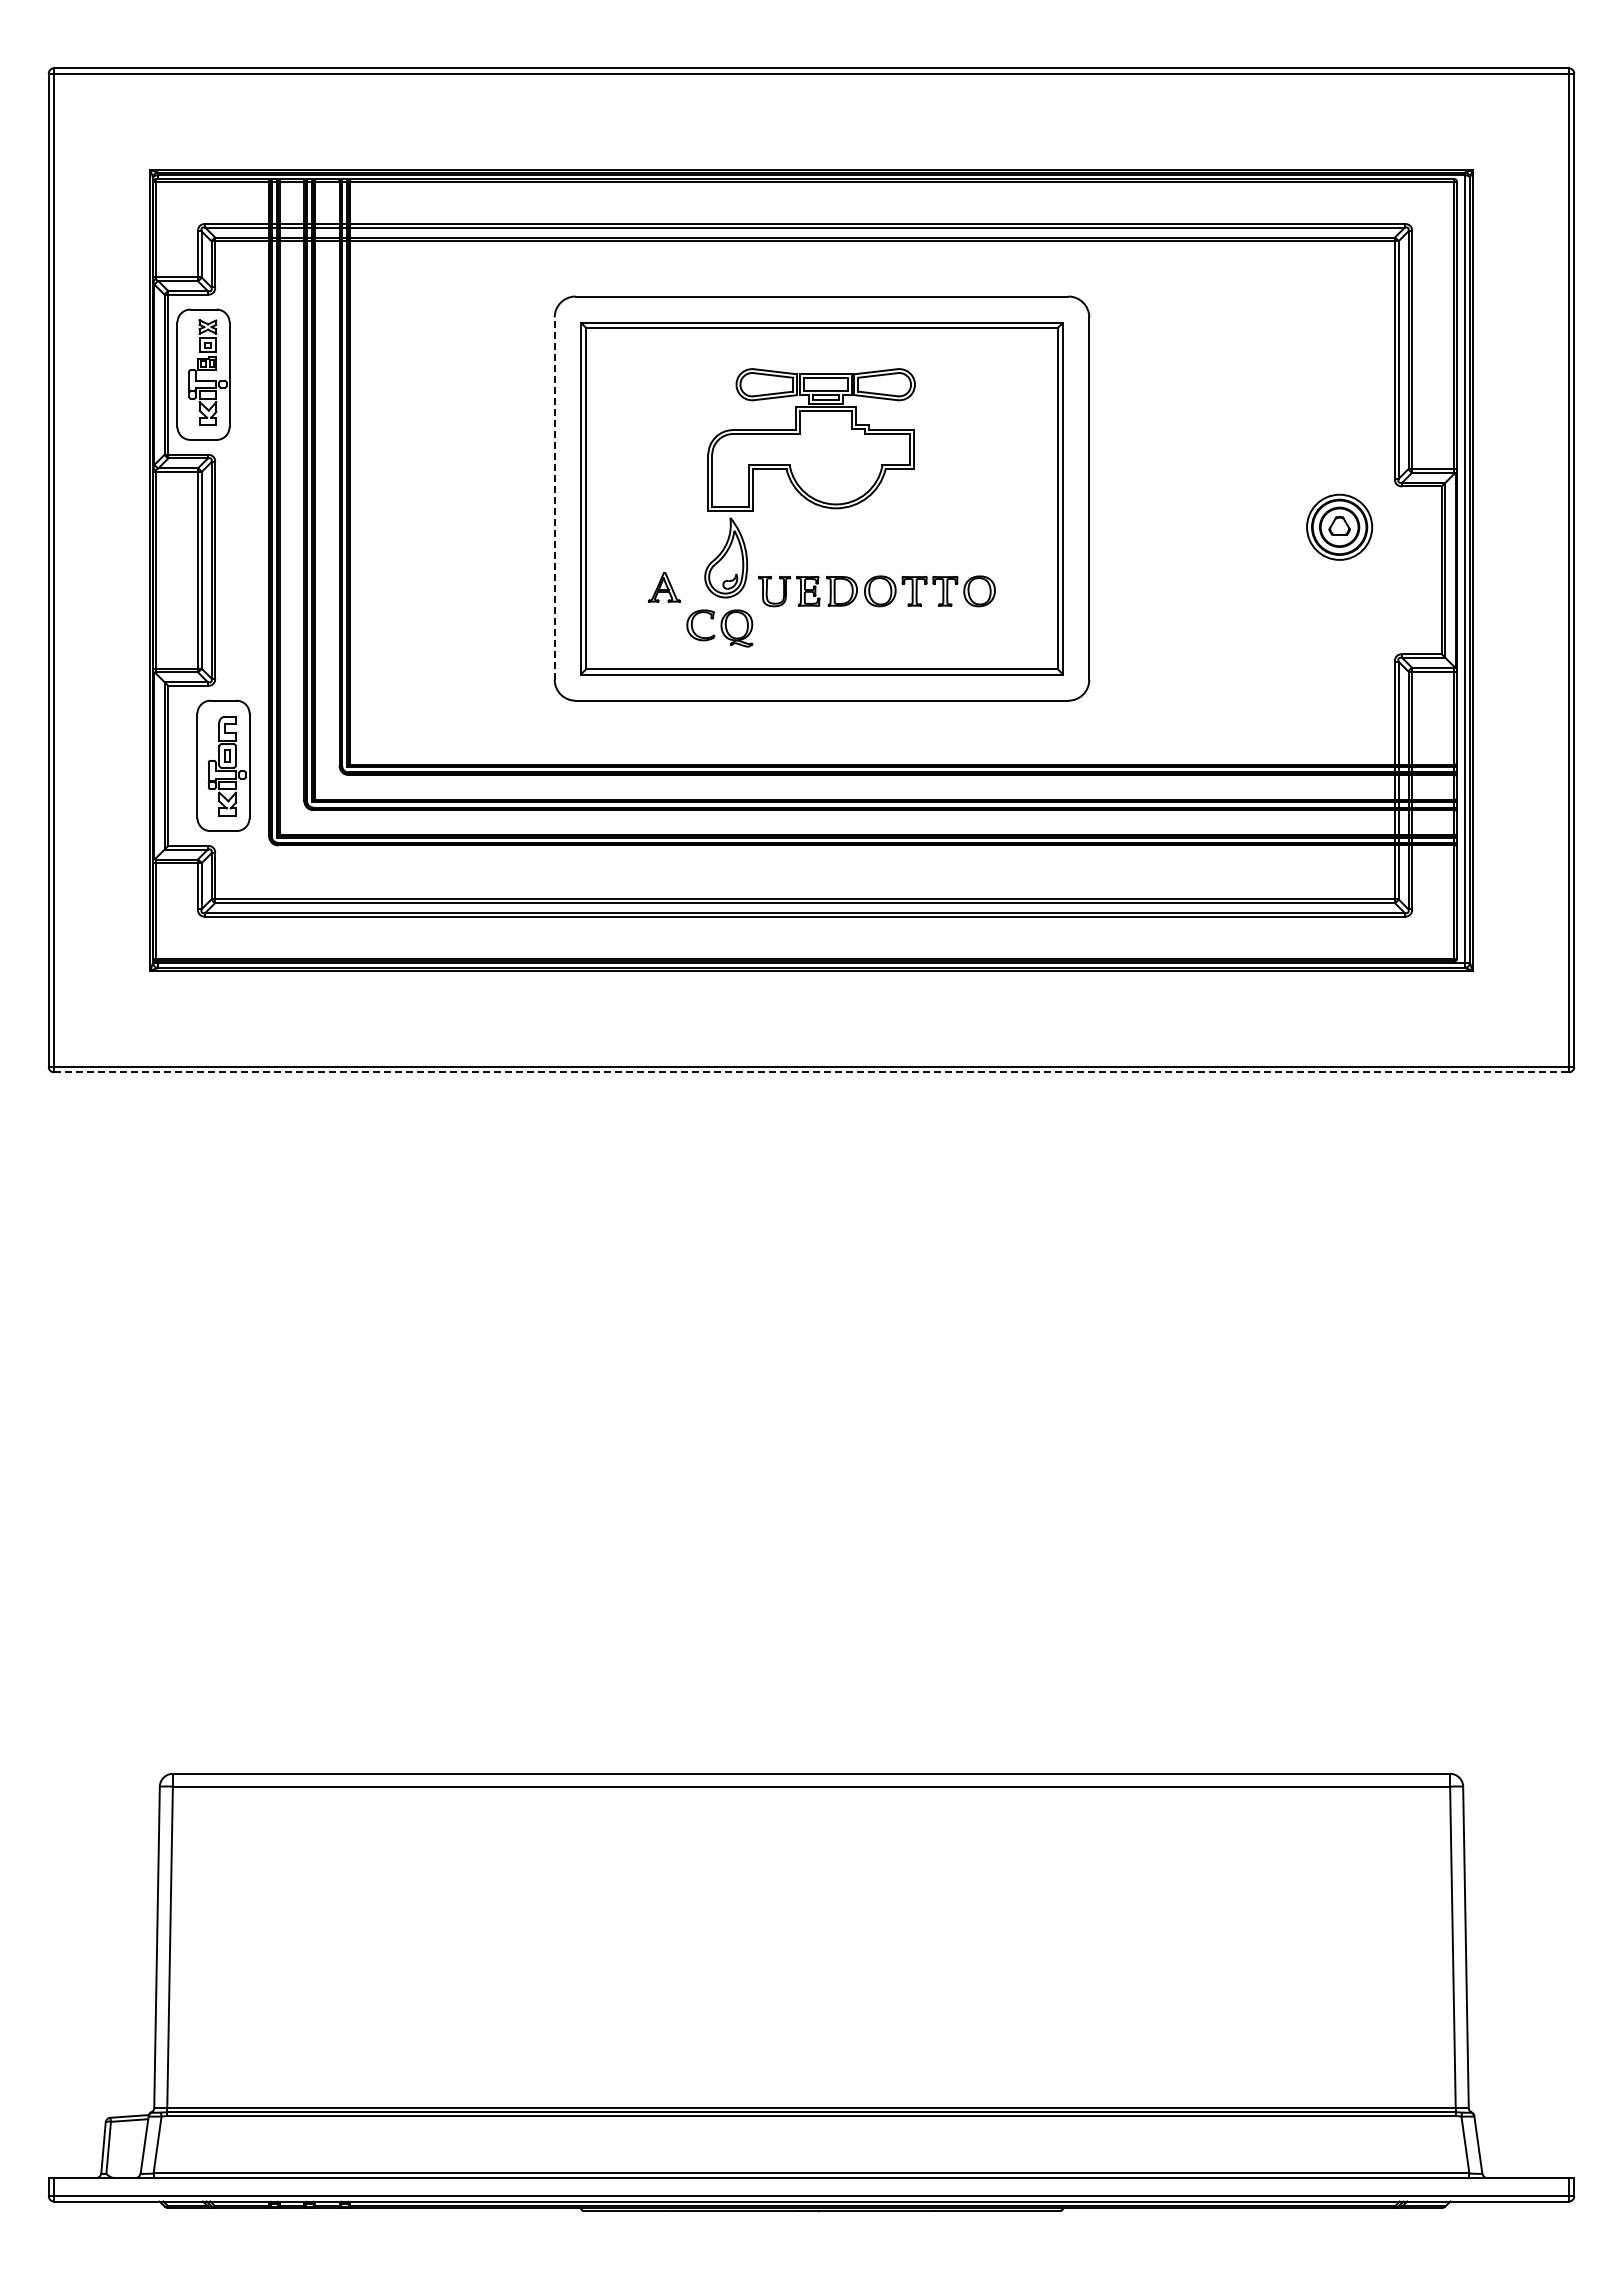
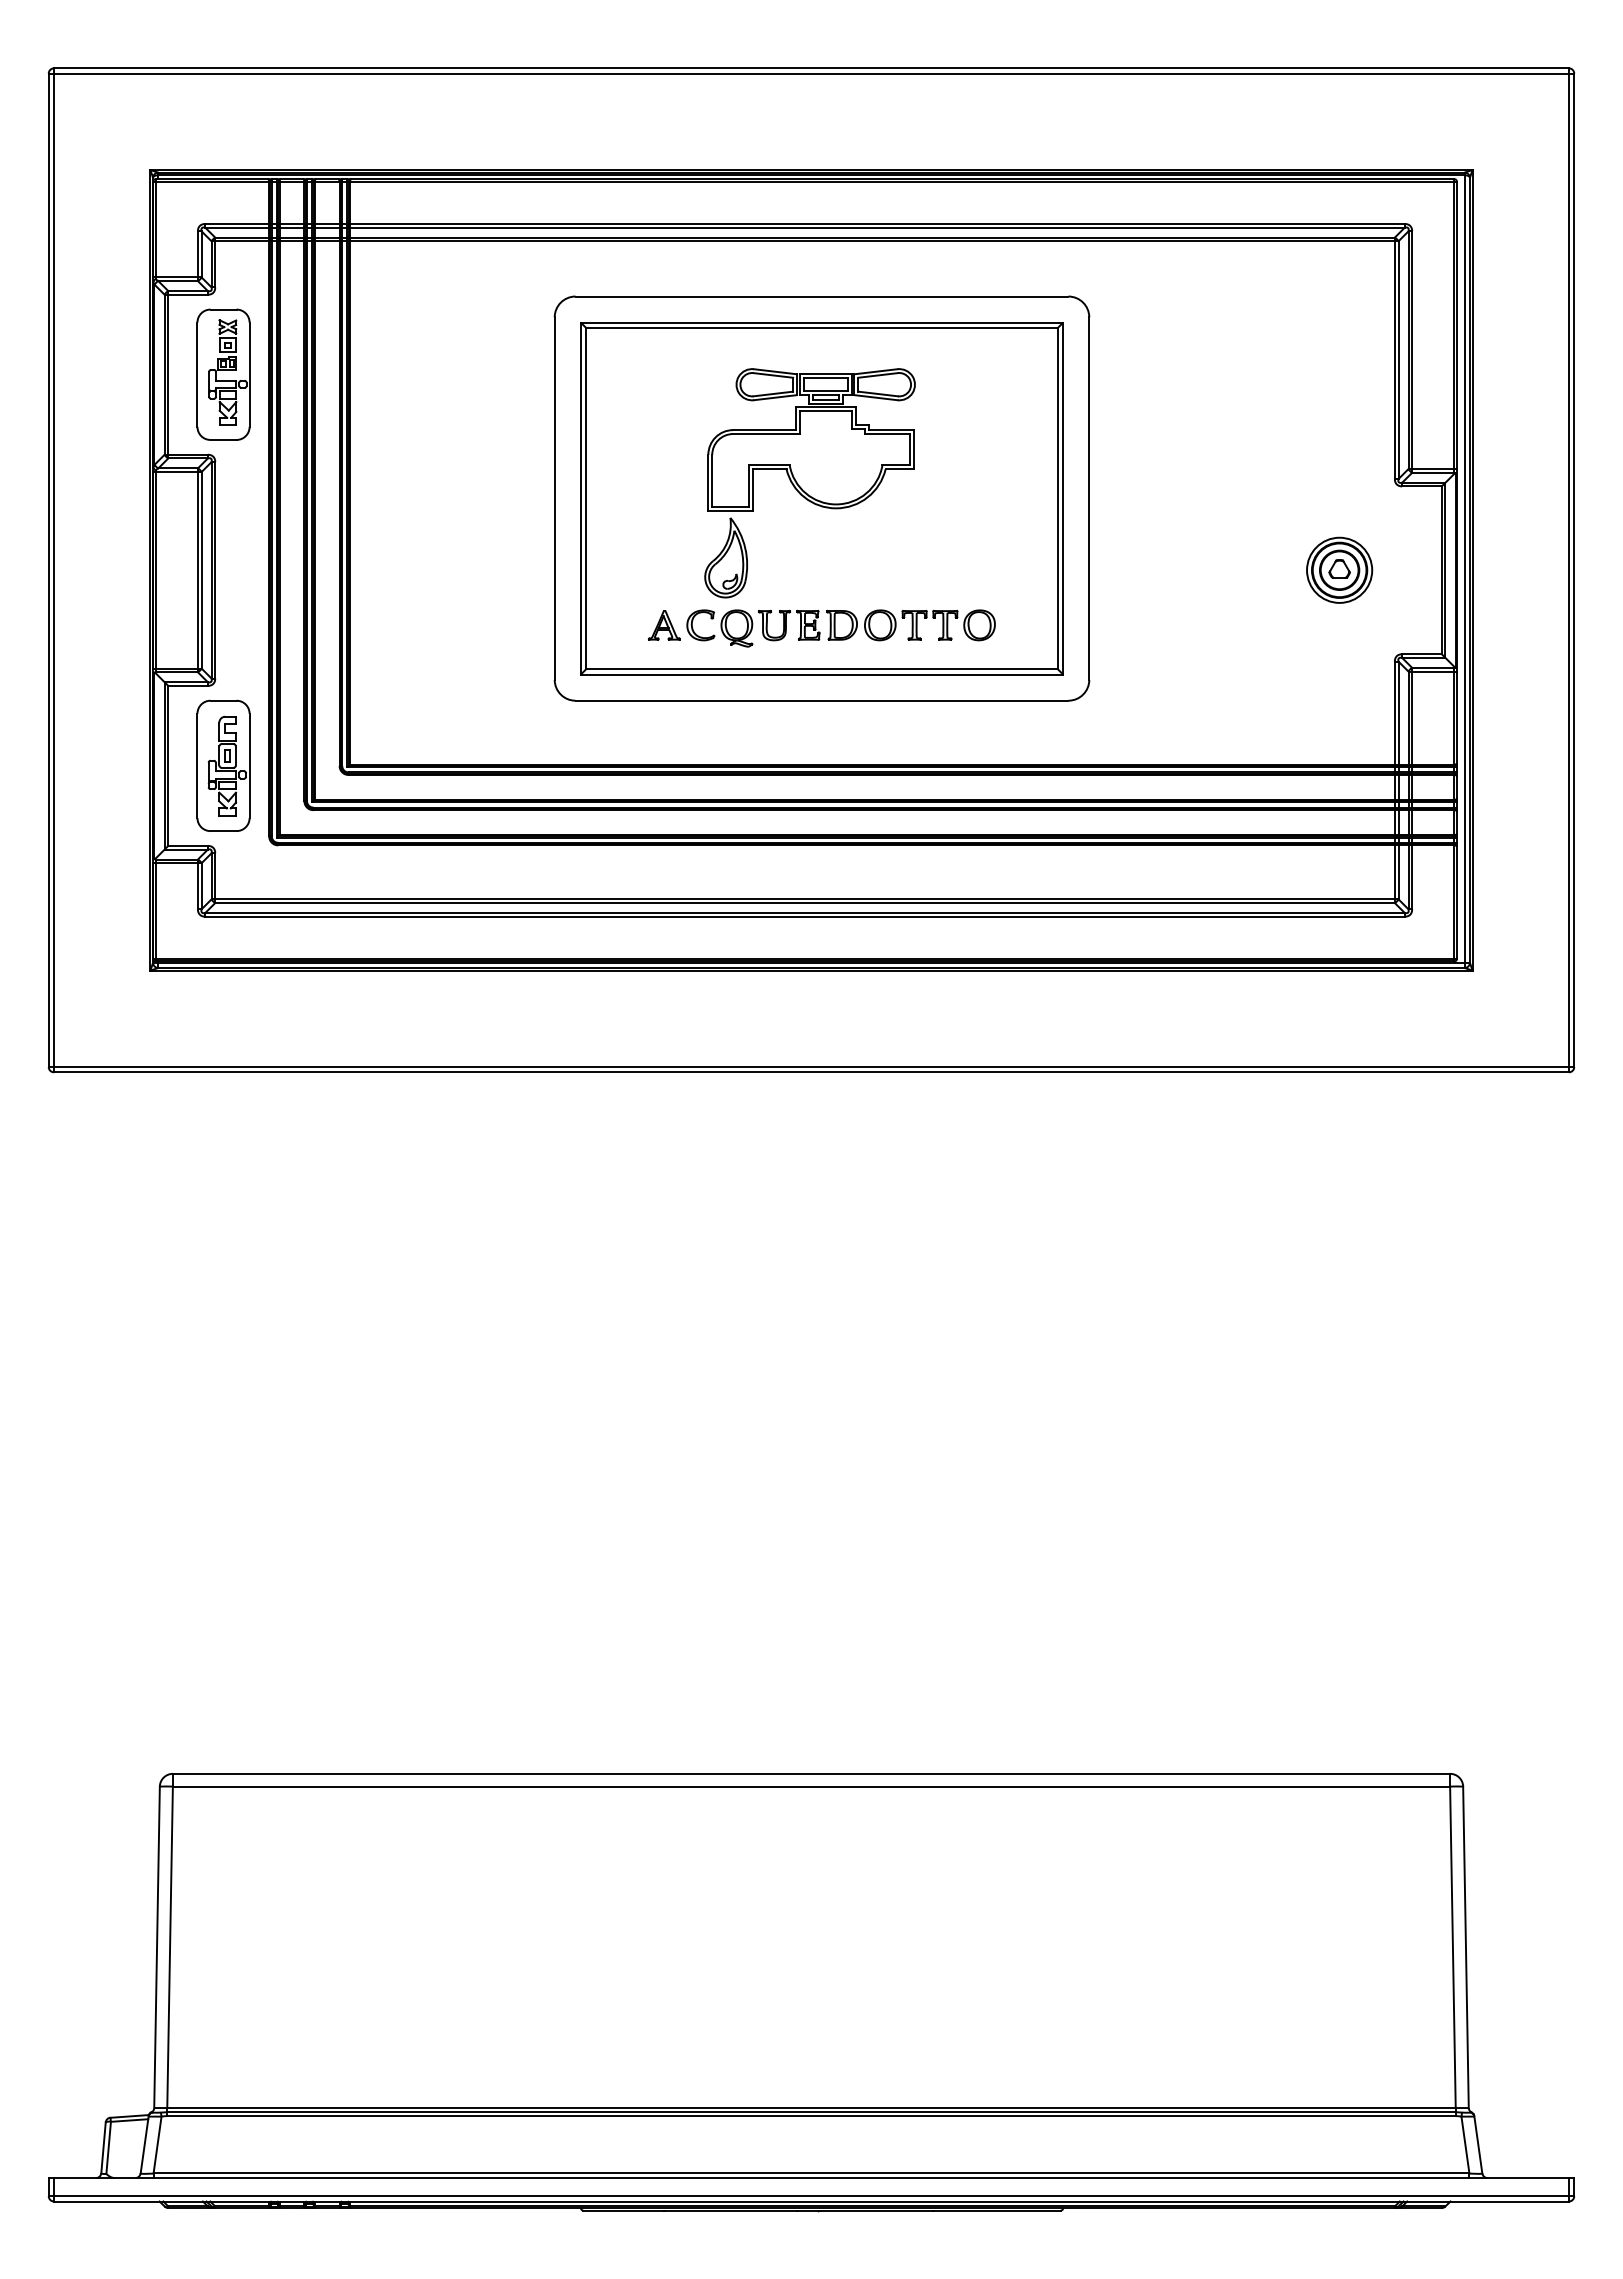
part at (203, 374) position: (203, 374) -> (223, 374)
line at (554, 498): dashed -> solid
part at (1339, 526) position: (1339, 526) -> (1339, 569)
part at (664, 587) position: (664, 587) -> (664, 625)
part at (876, 591) position: (876, 591) -> (876, 625)
line at (811, 1072): dashed -> solid
